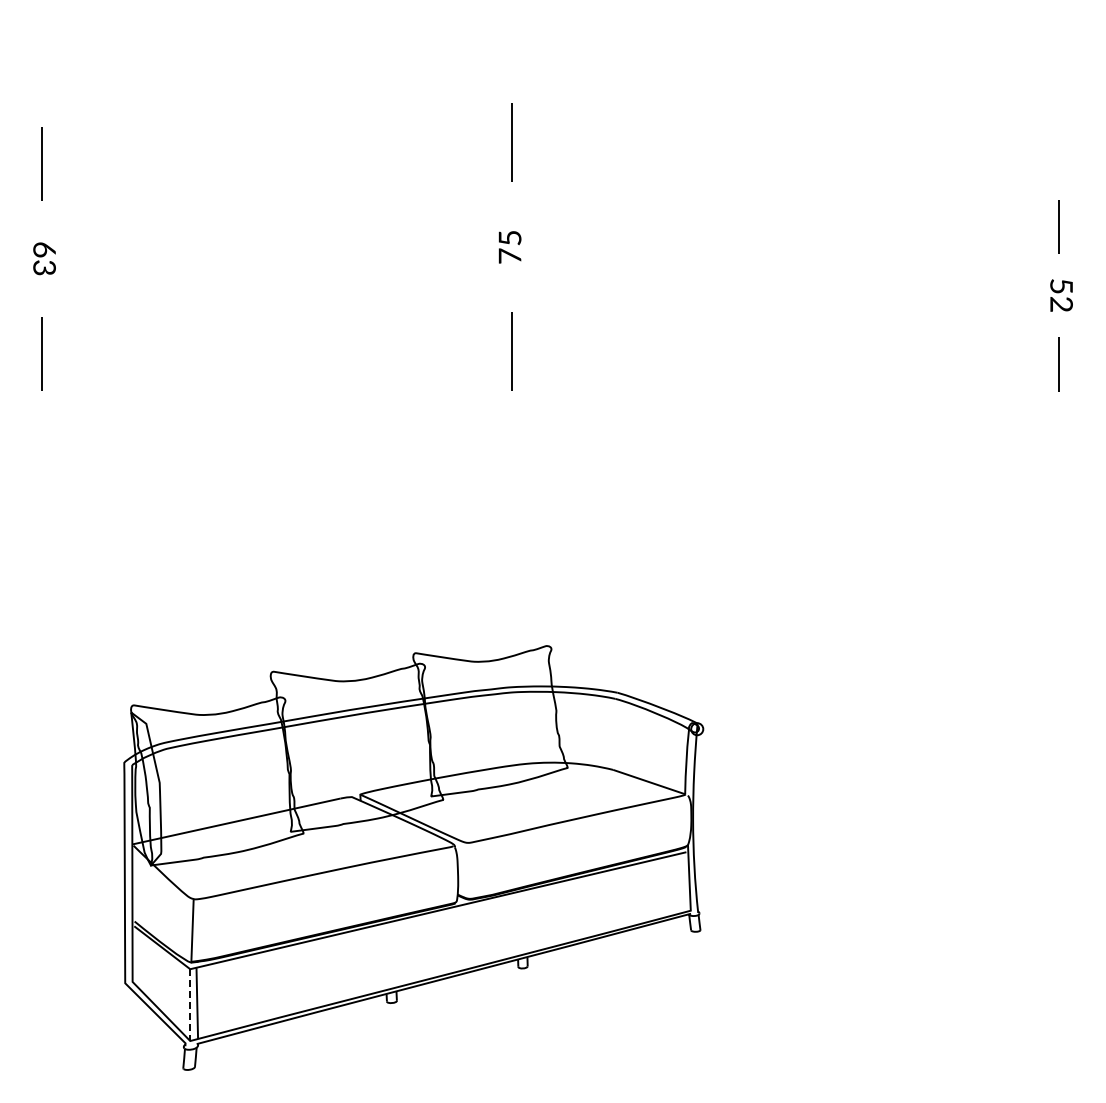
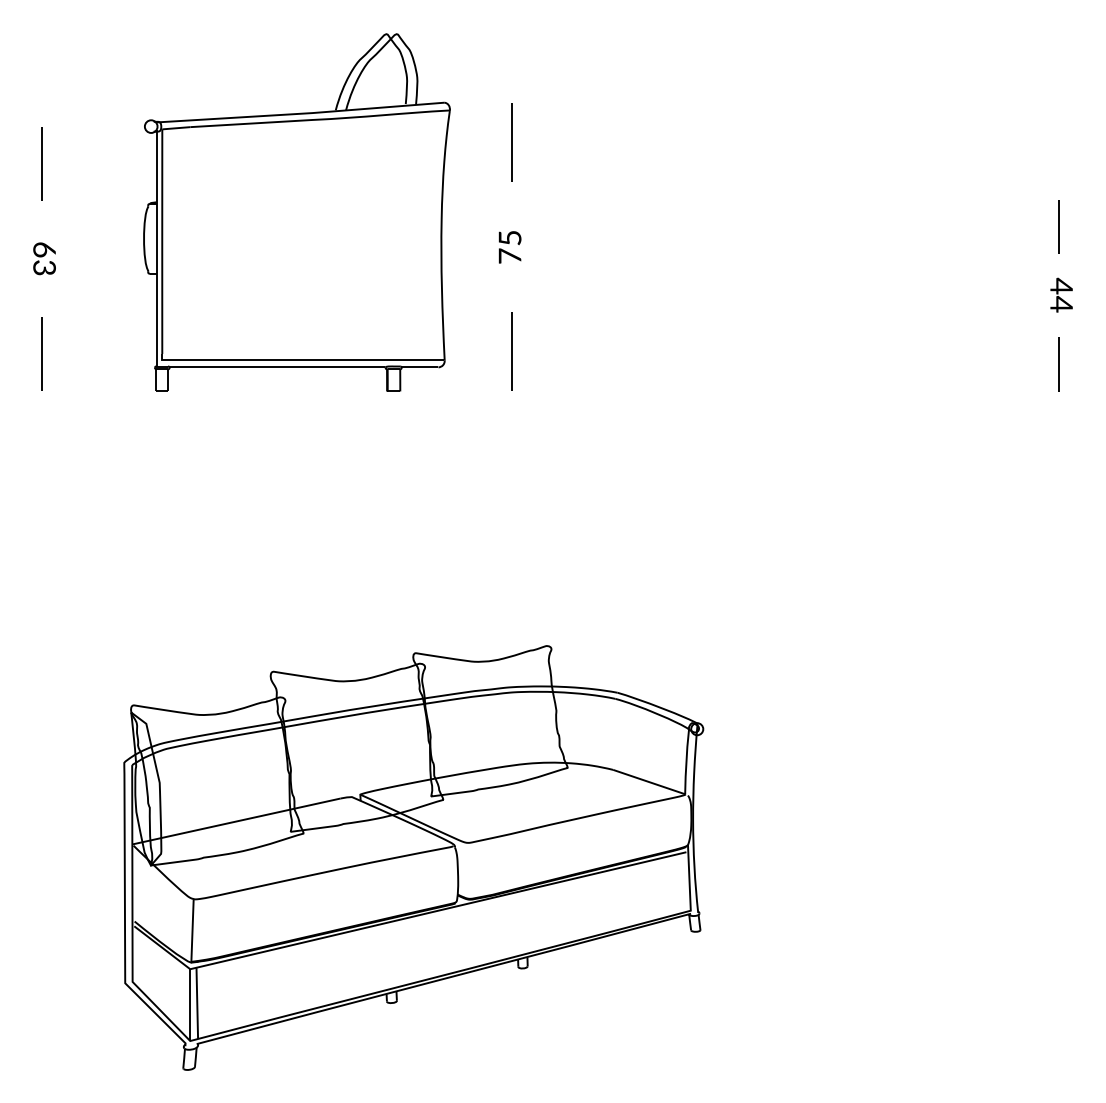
part at (296, 212): none -> present
text at (1061, 294): 52 -> 44
line at (190, 1005): dashed -> solid
